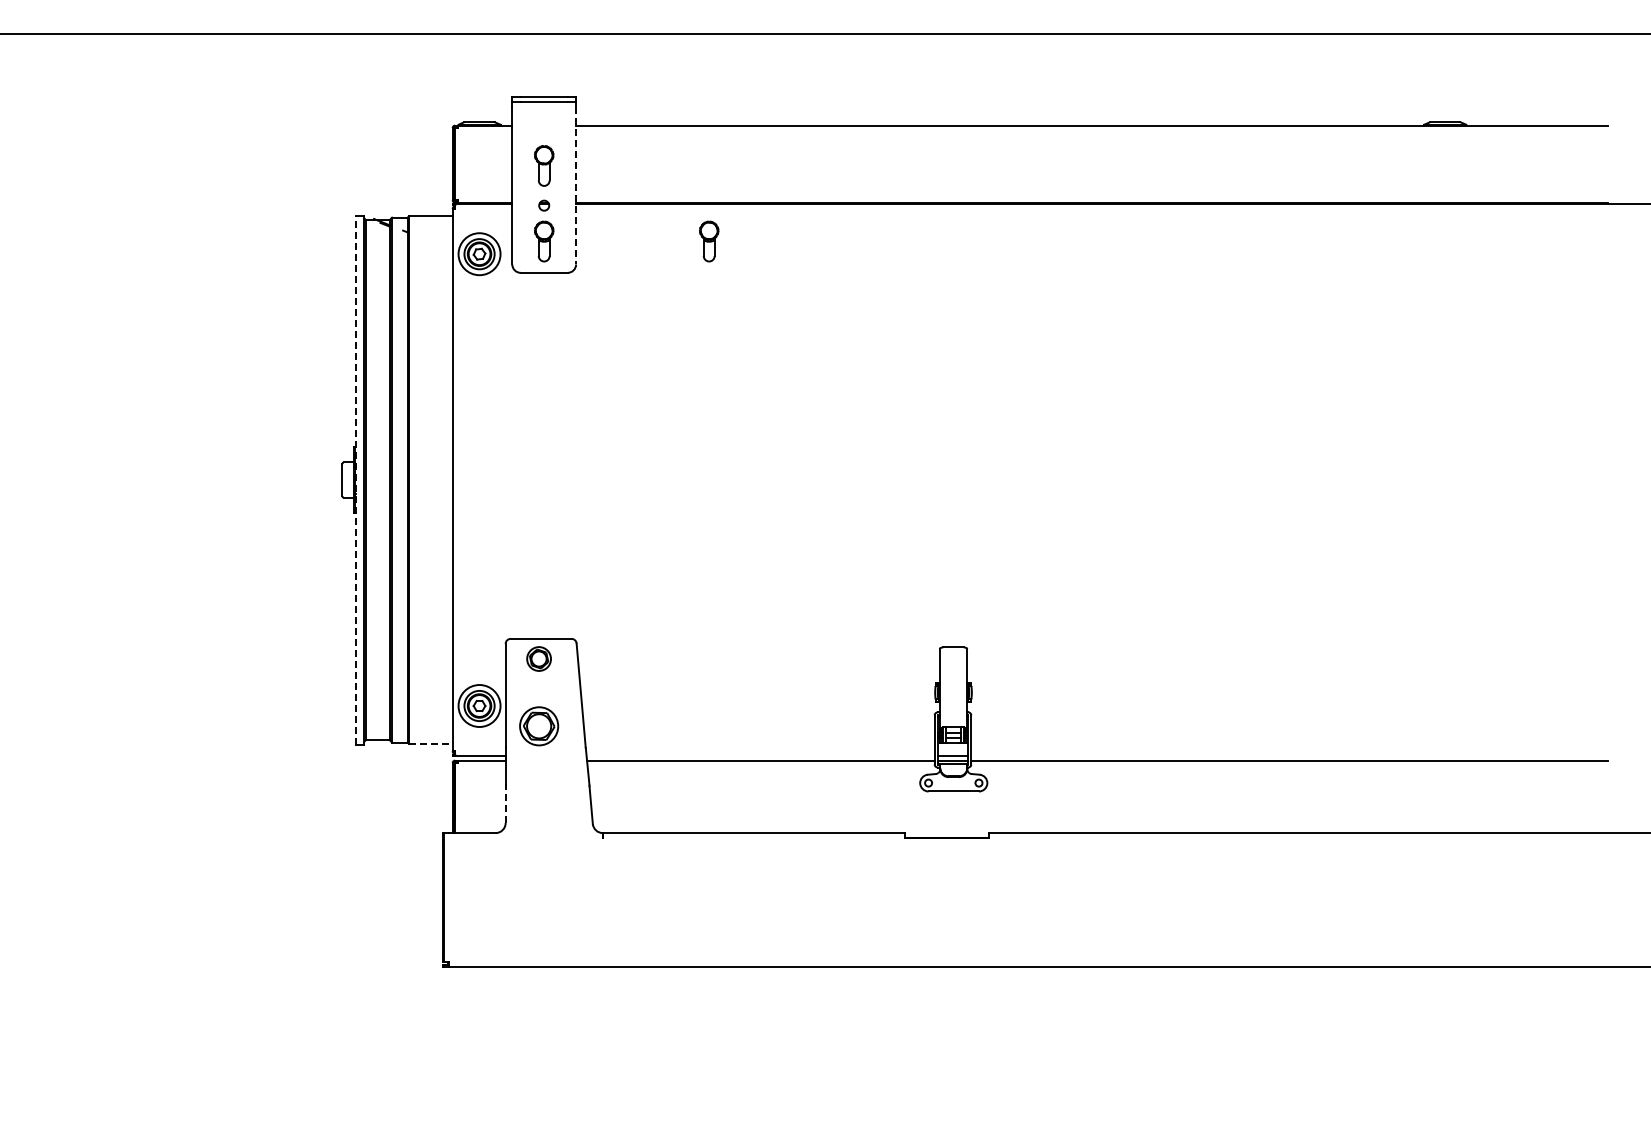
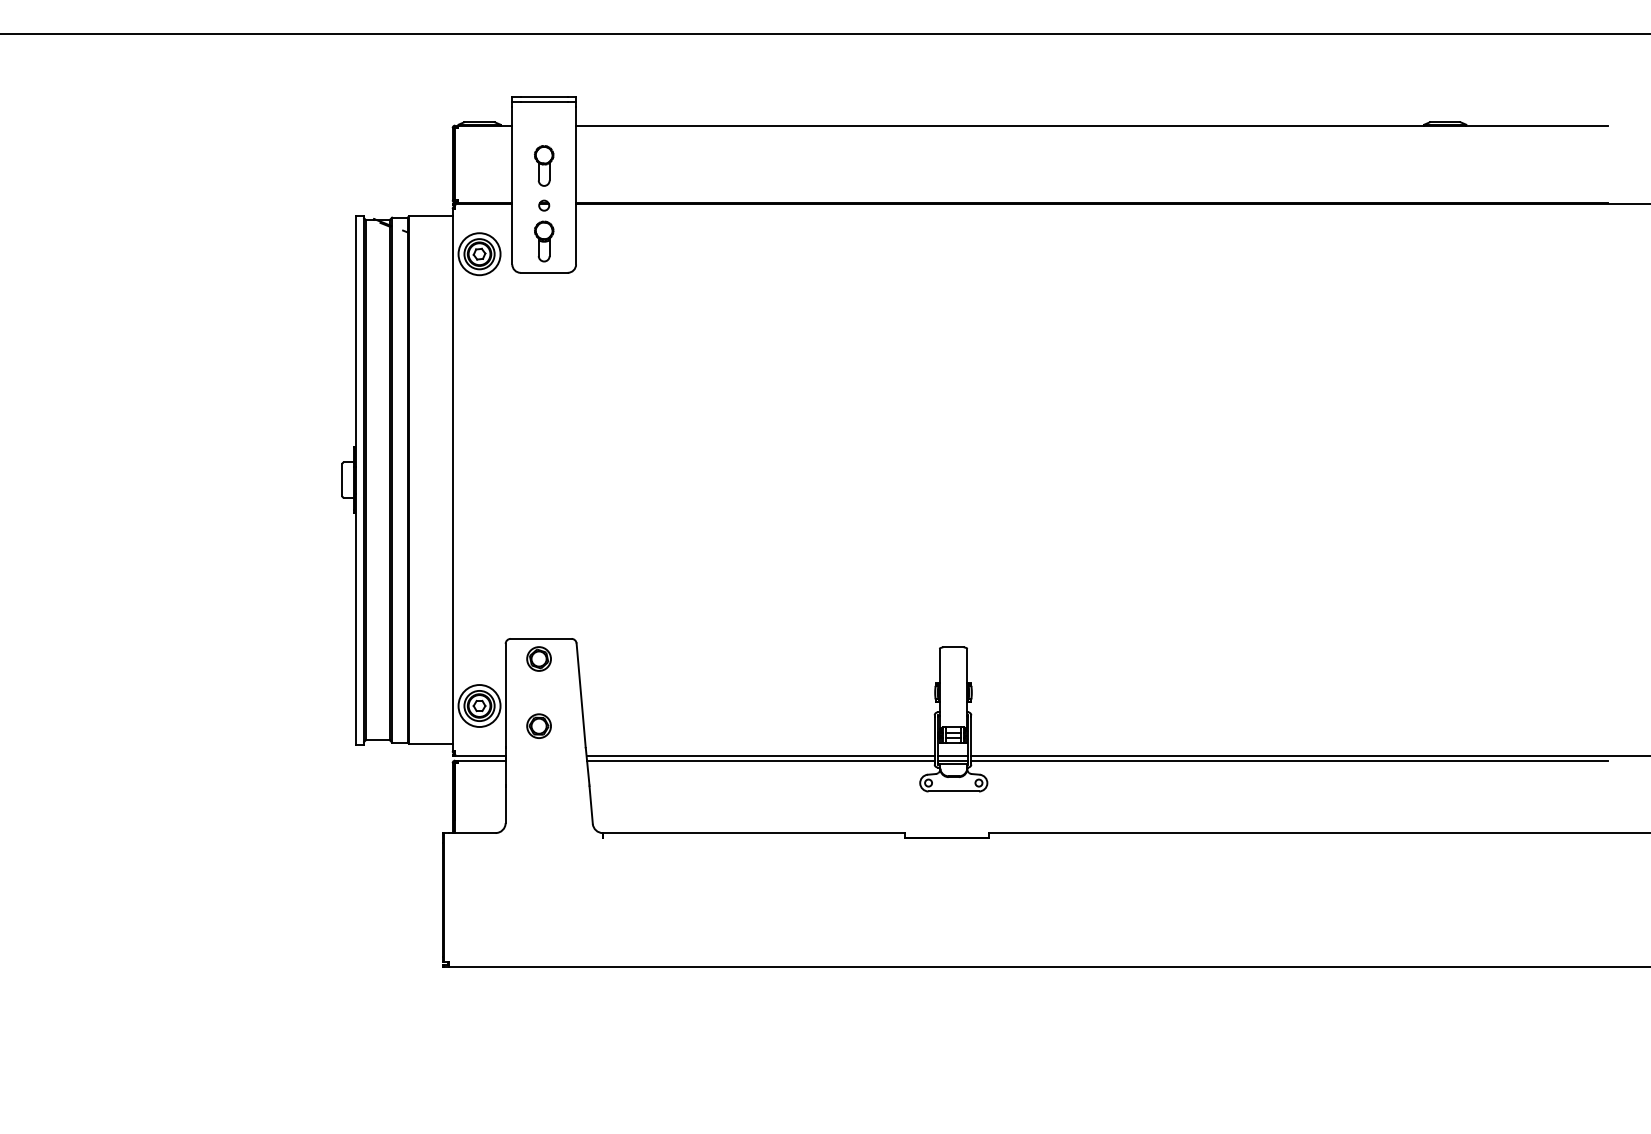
line at (576, 185): dashed -> solid
part at (709, 241): present -> none
line at (355, 480): dashed -> solid
part at (539, 726) size: 41x41 px -> 26x26 px
line at (430, 743): dashed -> solid
line at (760, 756): none -> present
line at (1309, 756): none -> present
line at (505, 804): dashed -> solid
